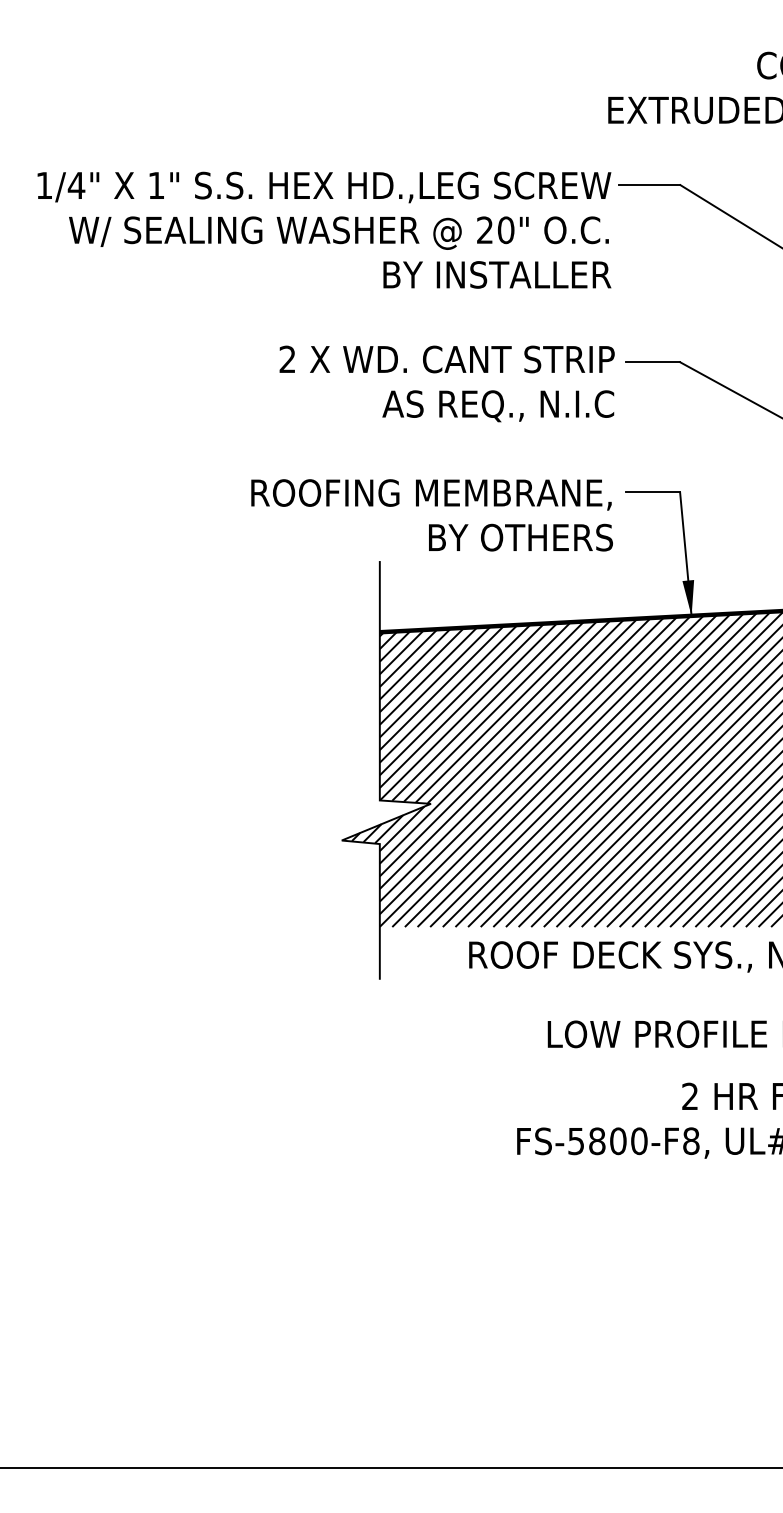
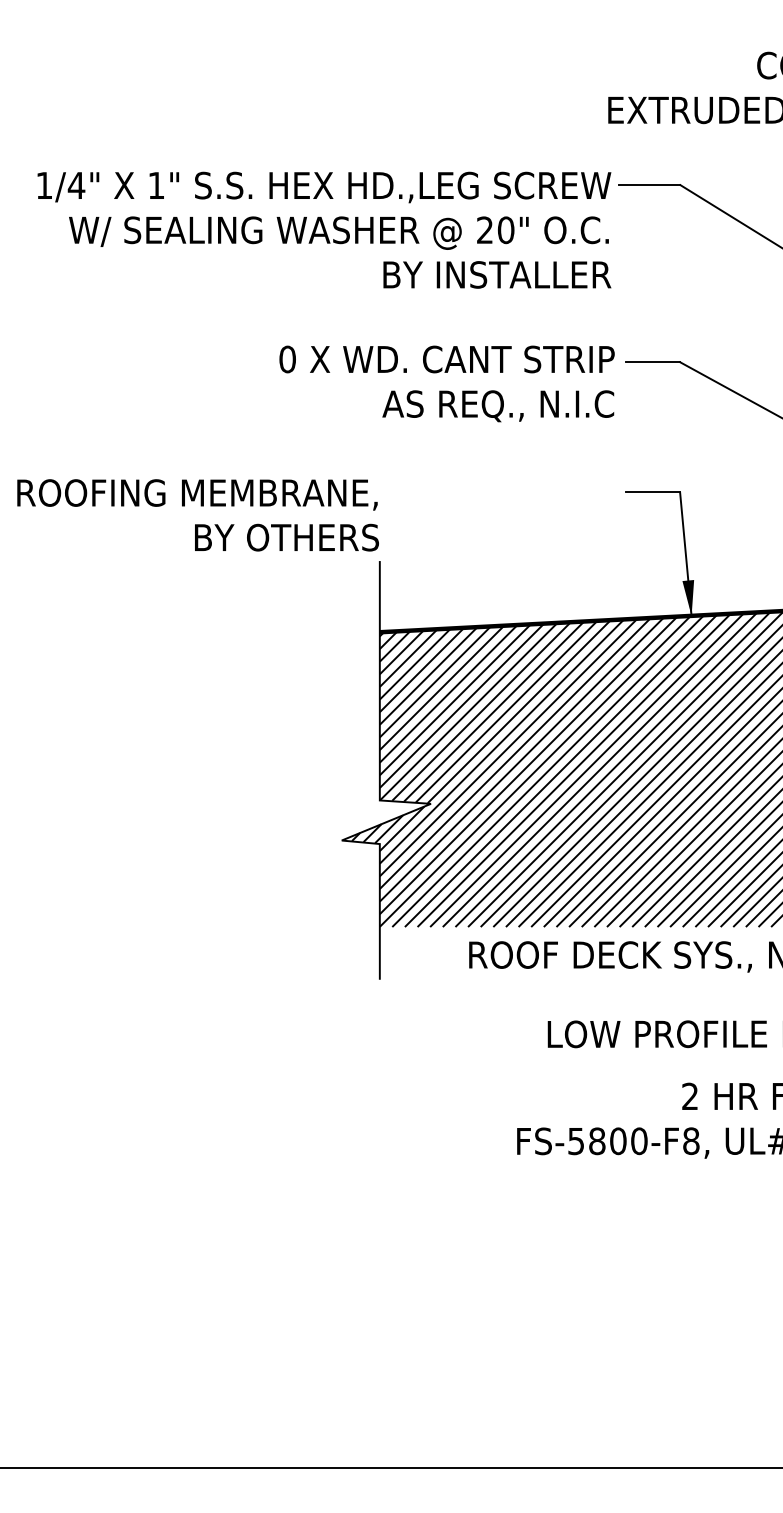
text at (287, 359): 2 -> 0
text at (431, 515) position: (431, 515) -> (197, 515)
